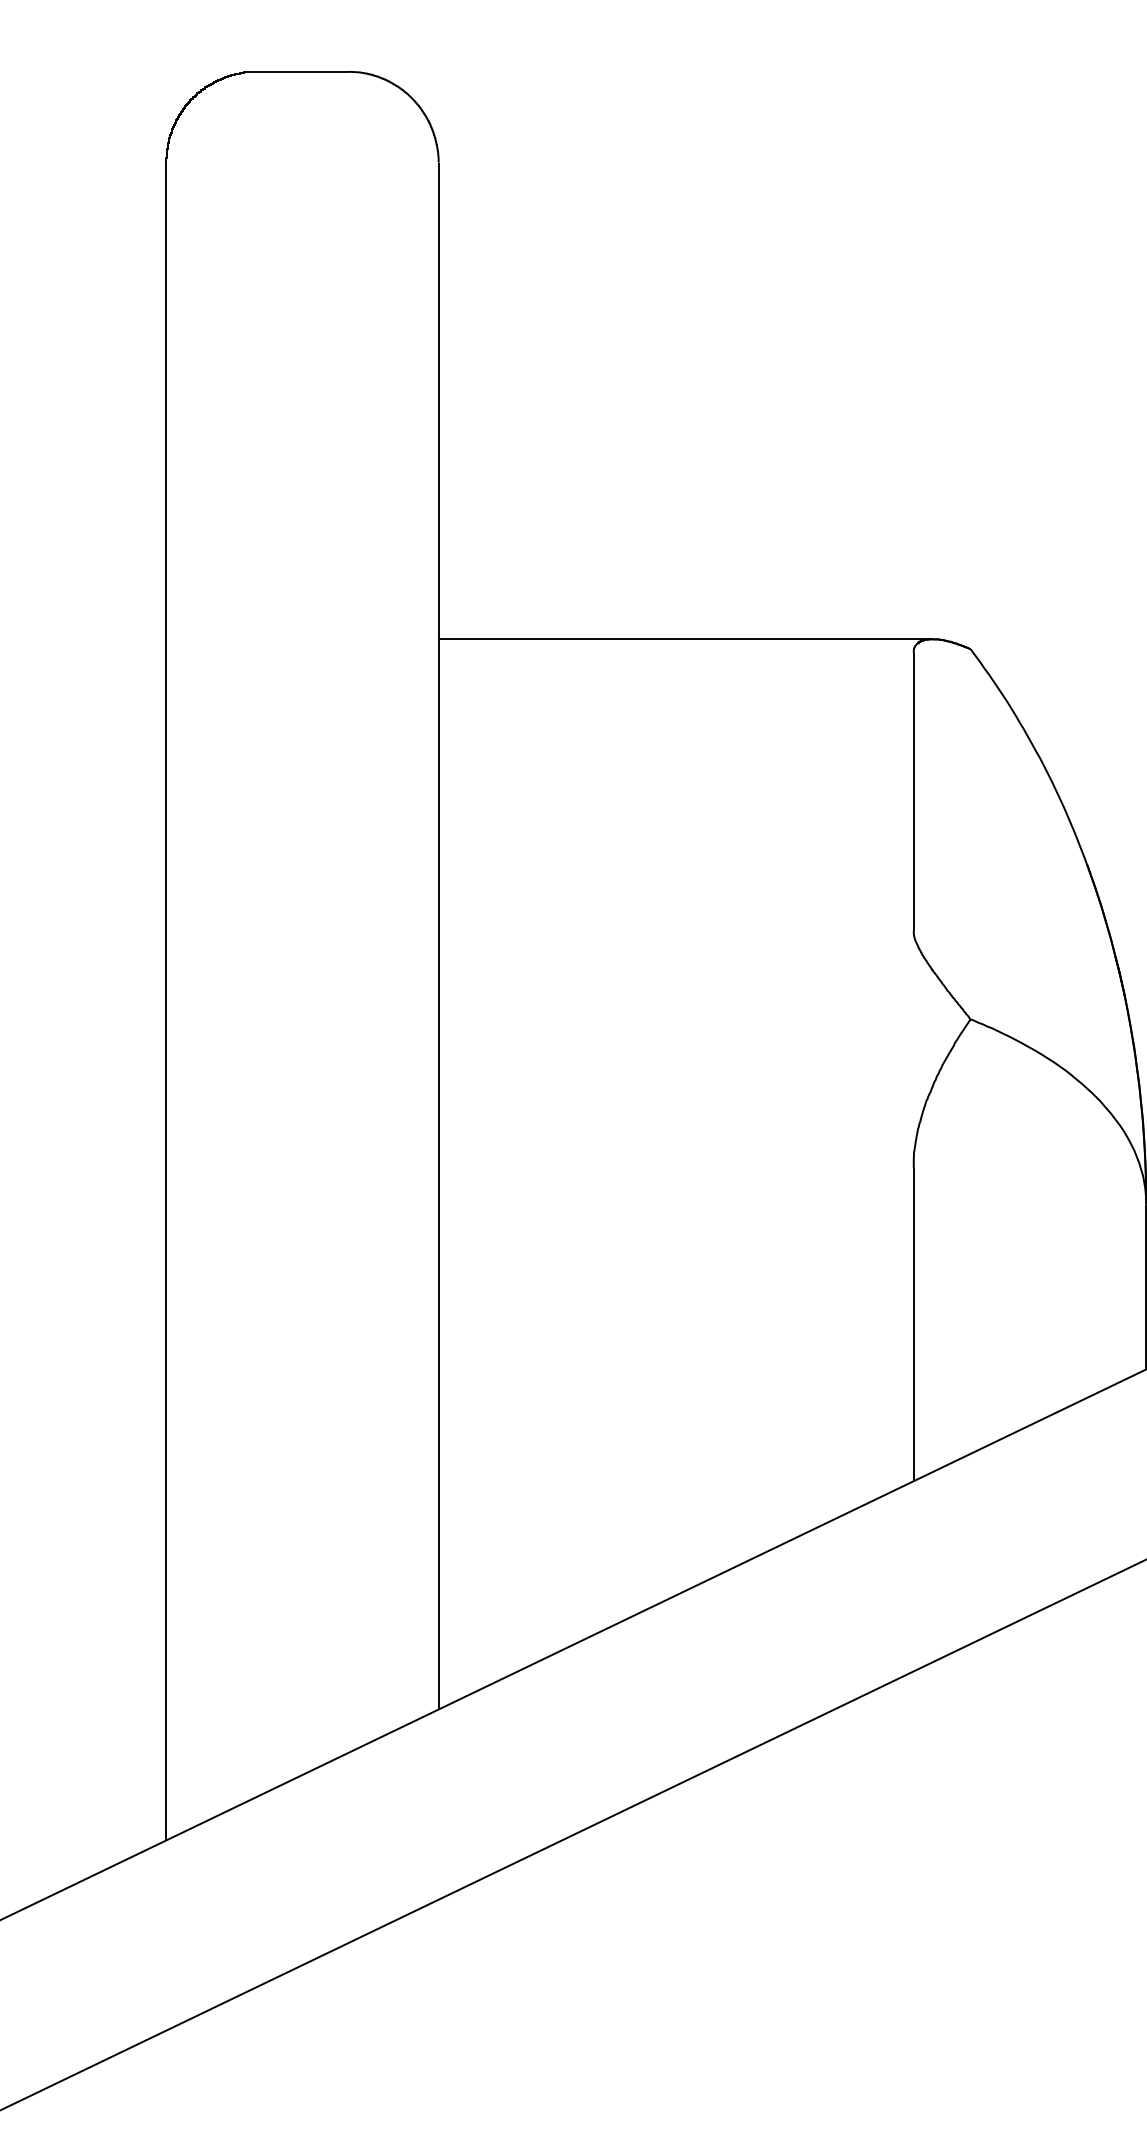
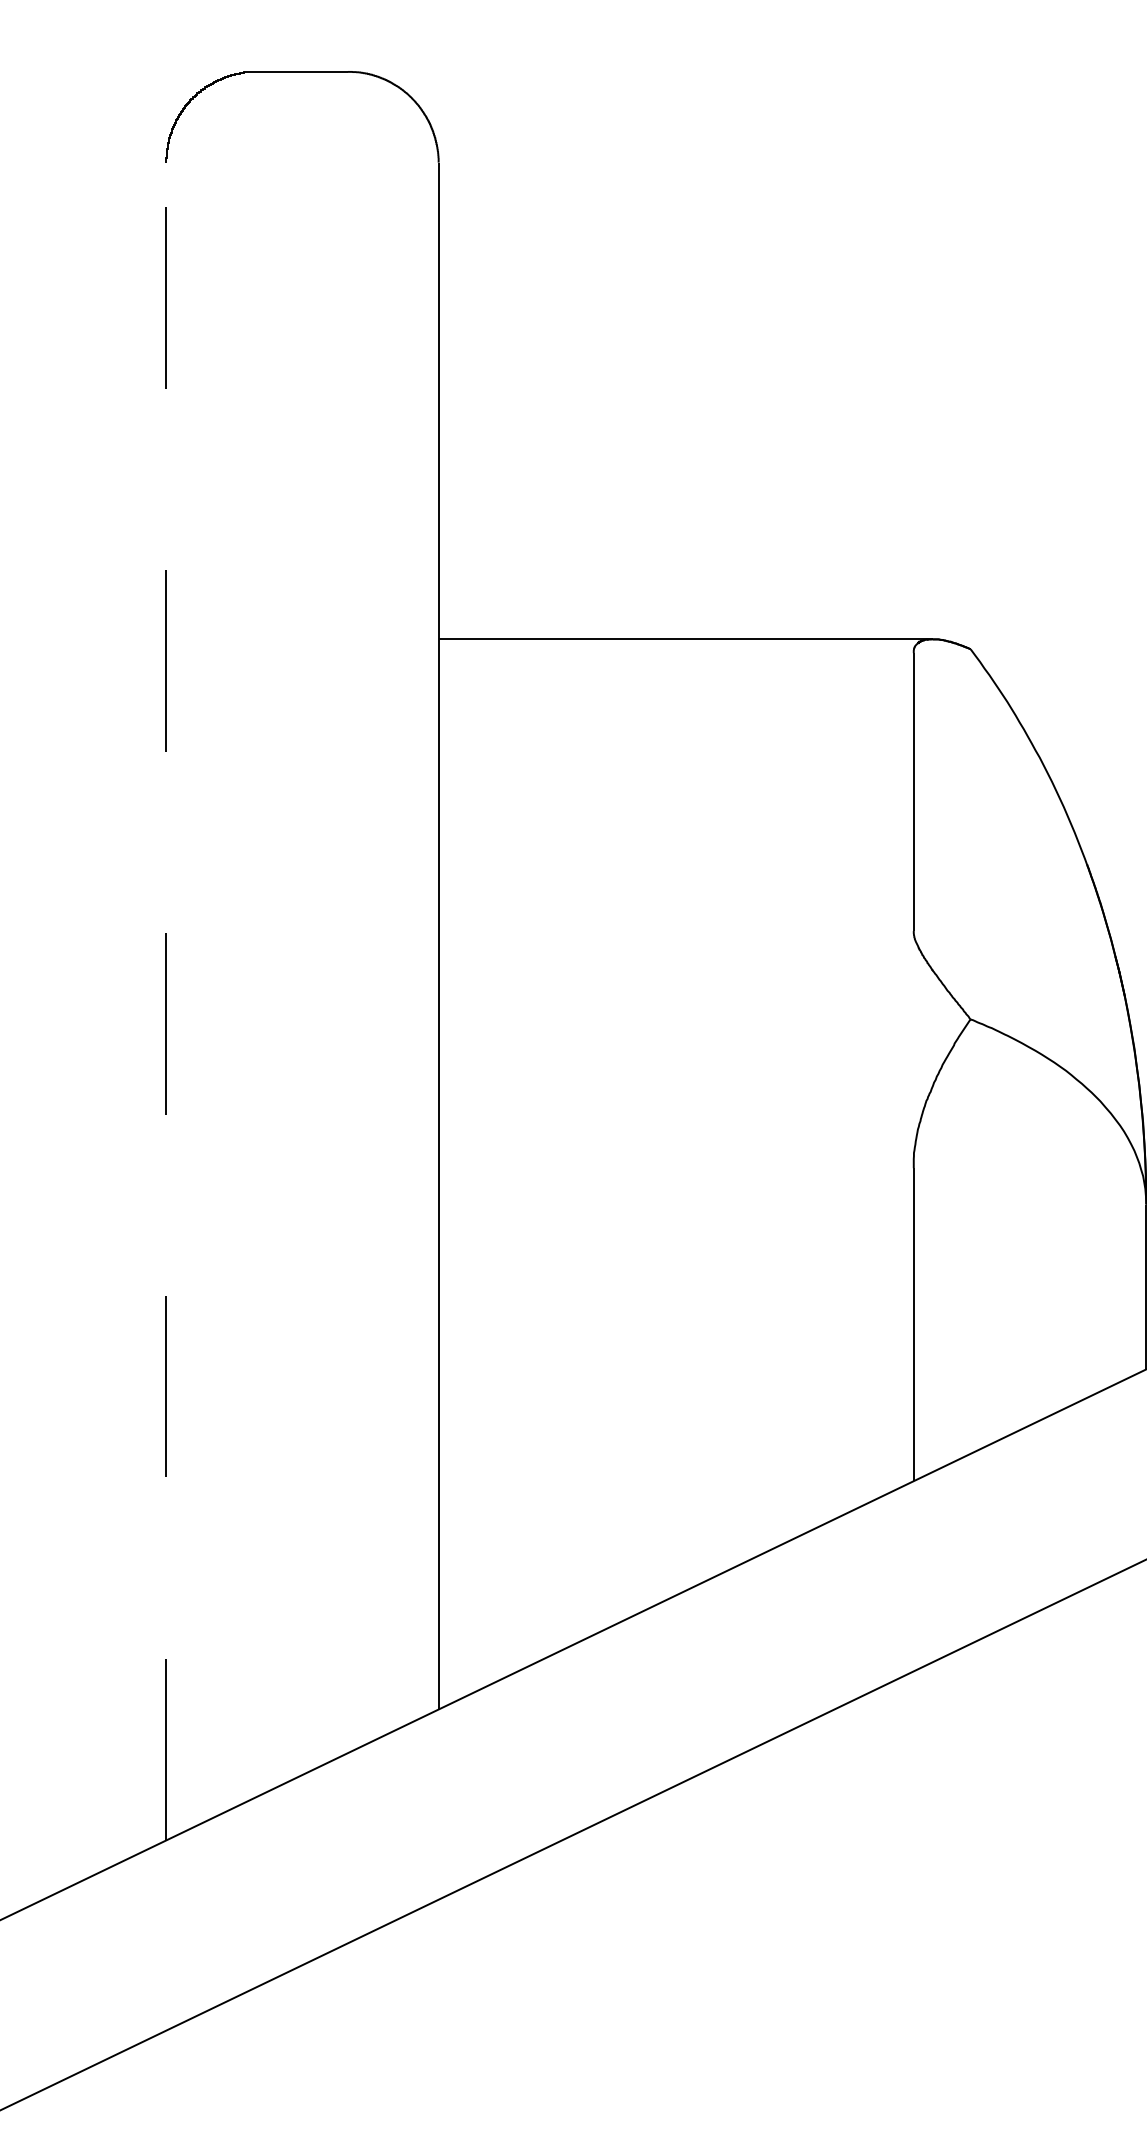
line at (166, 1001): solid -> dashed
